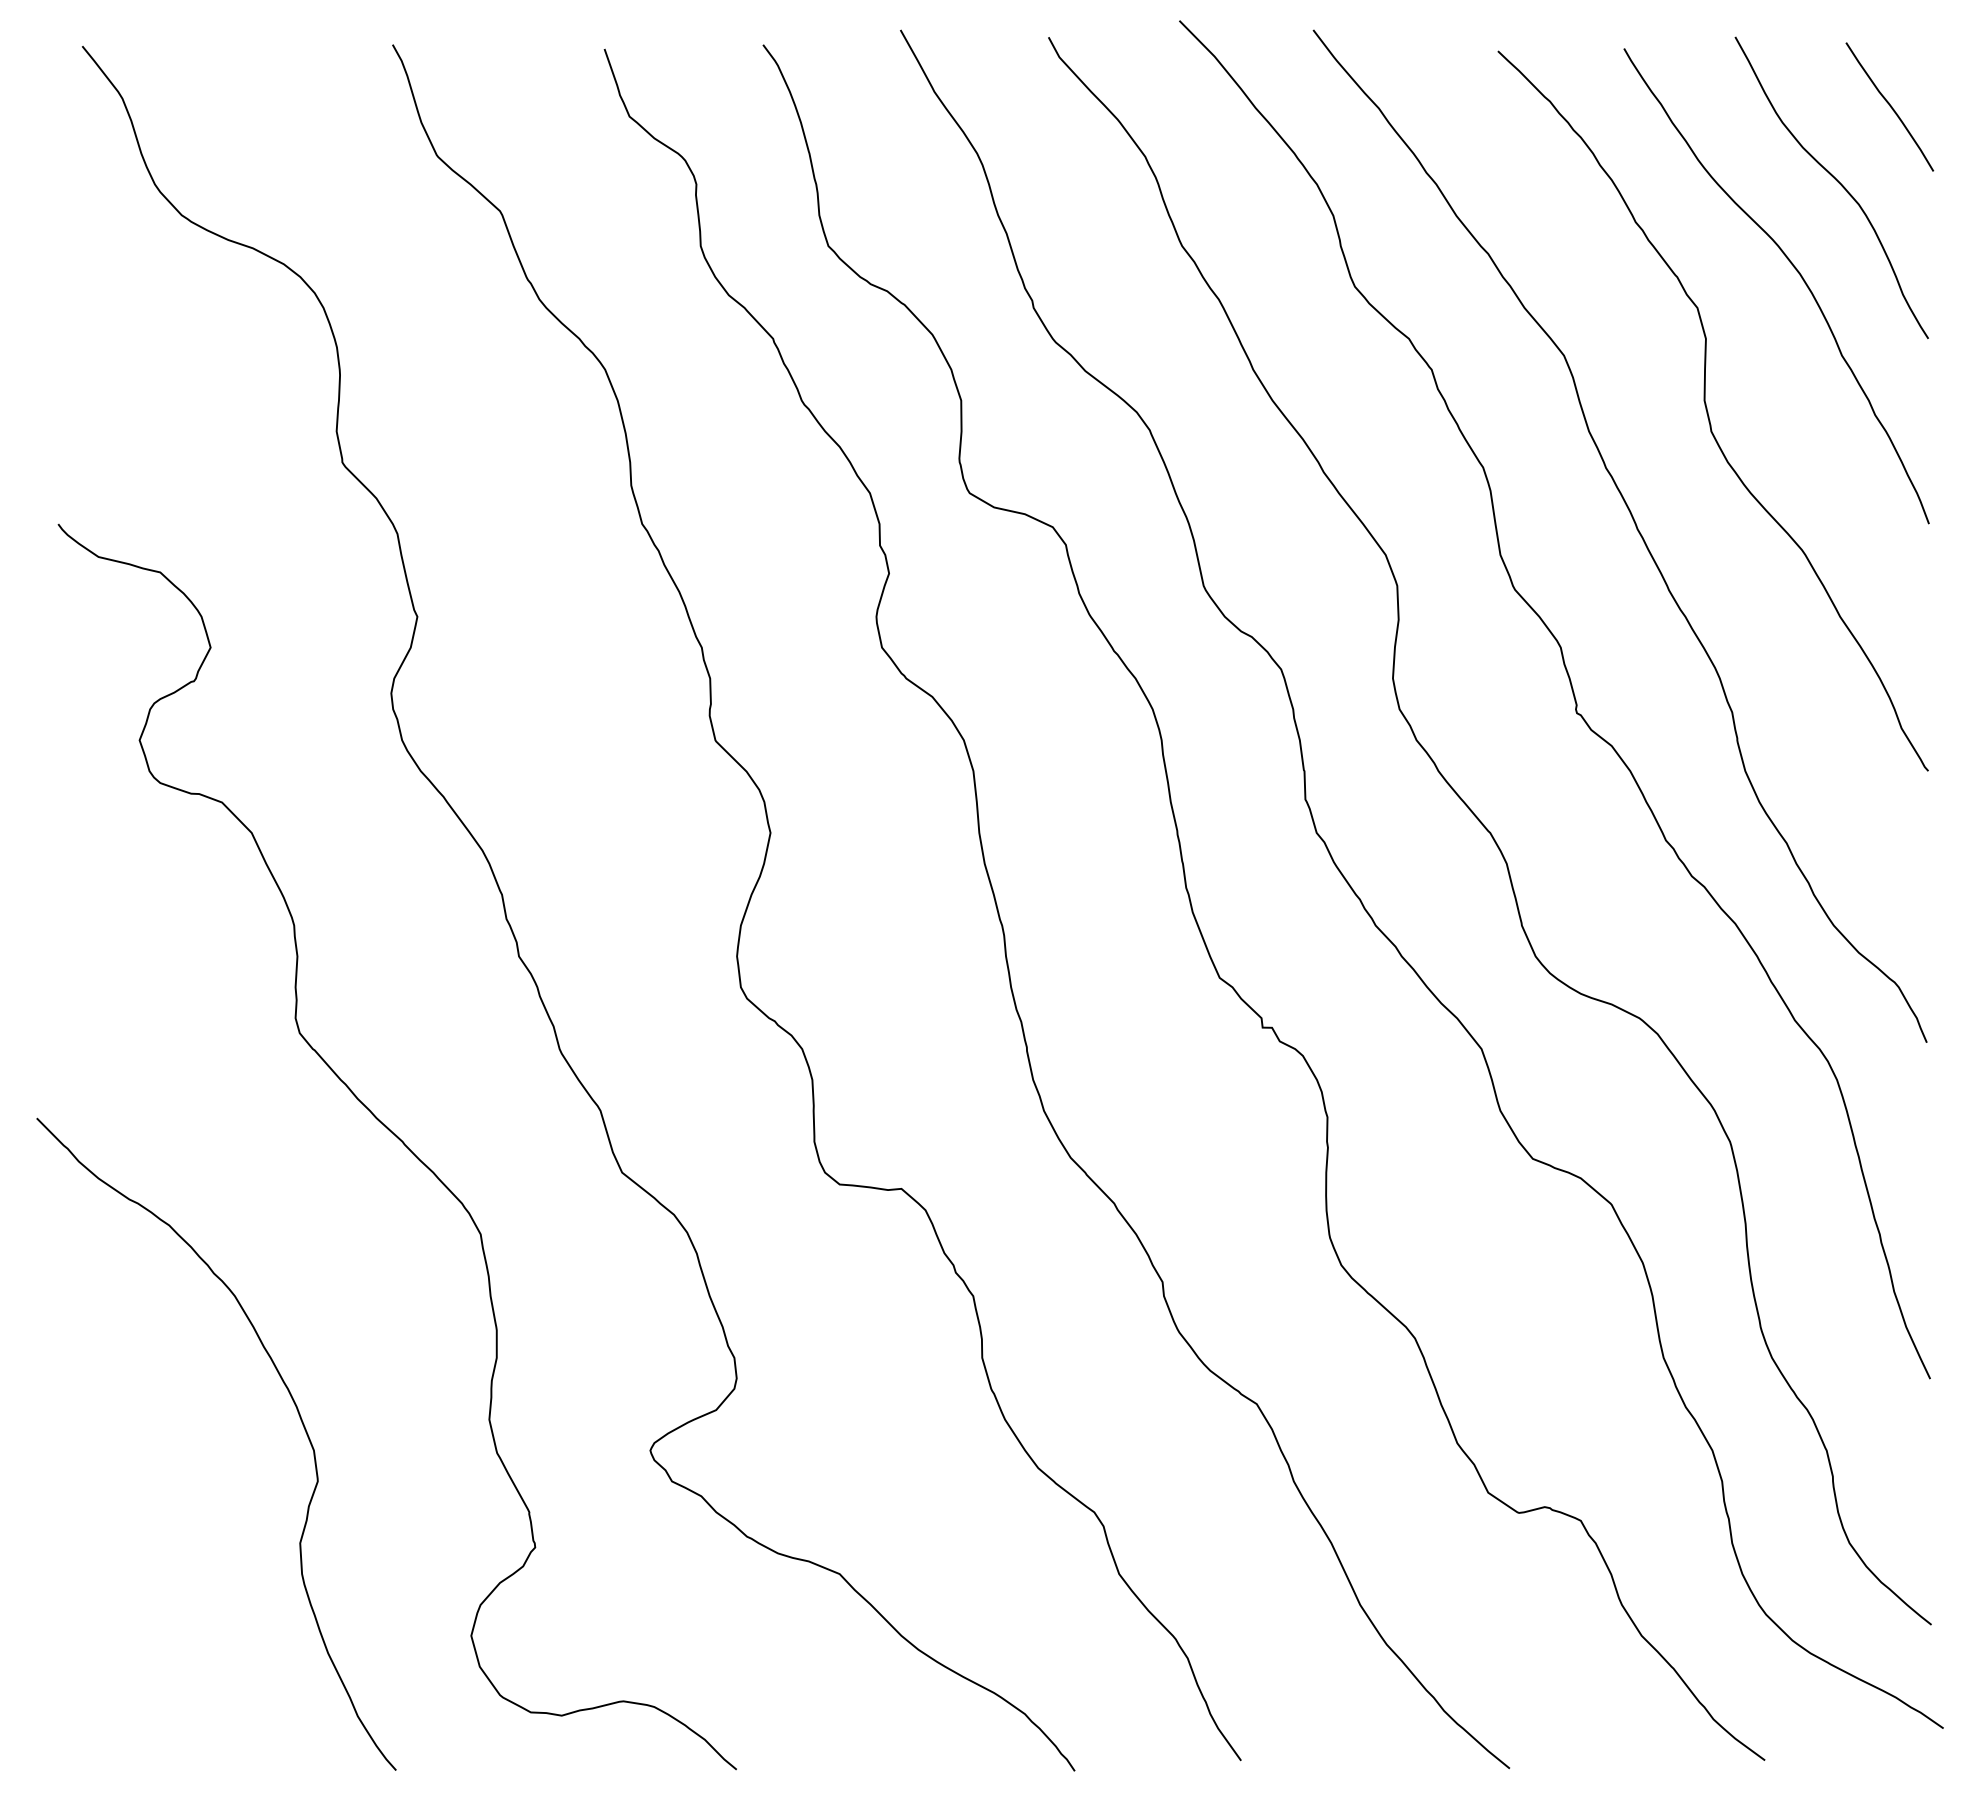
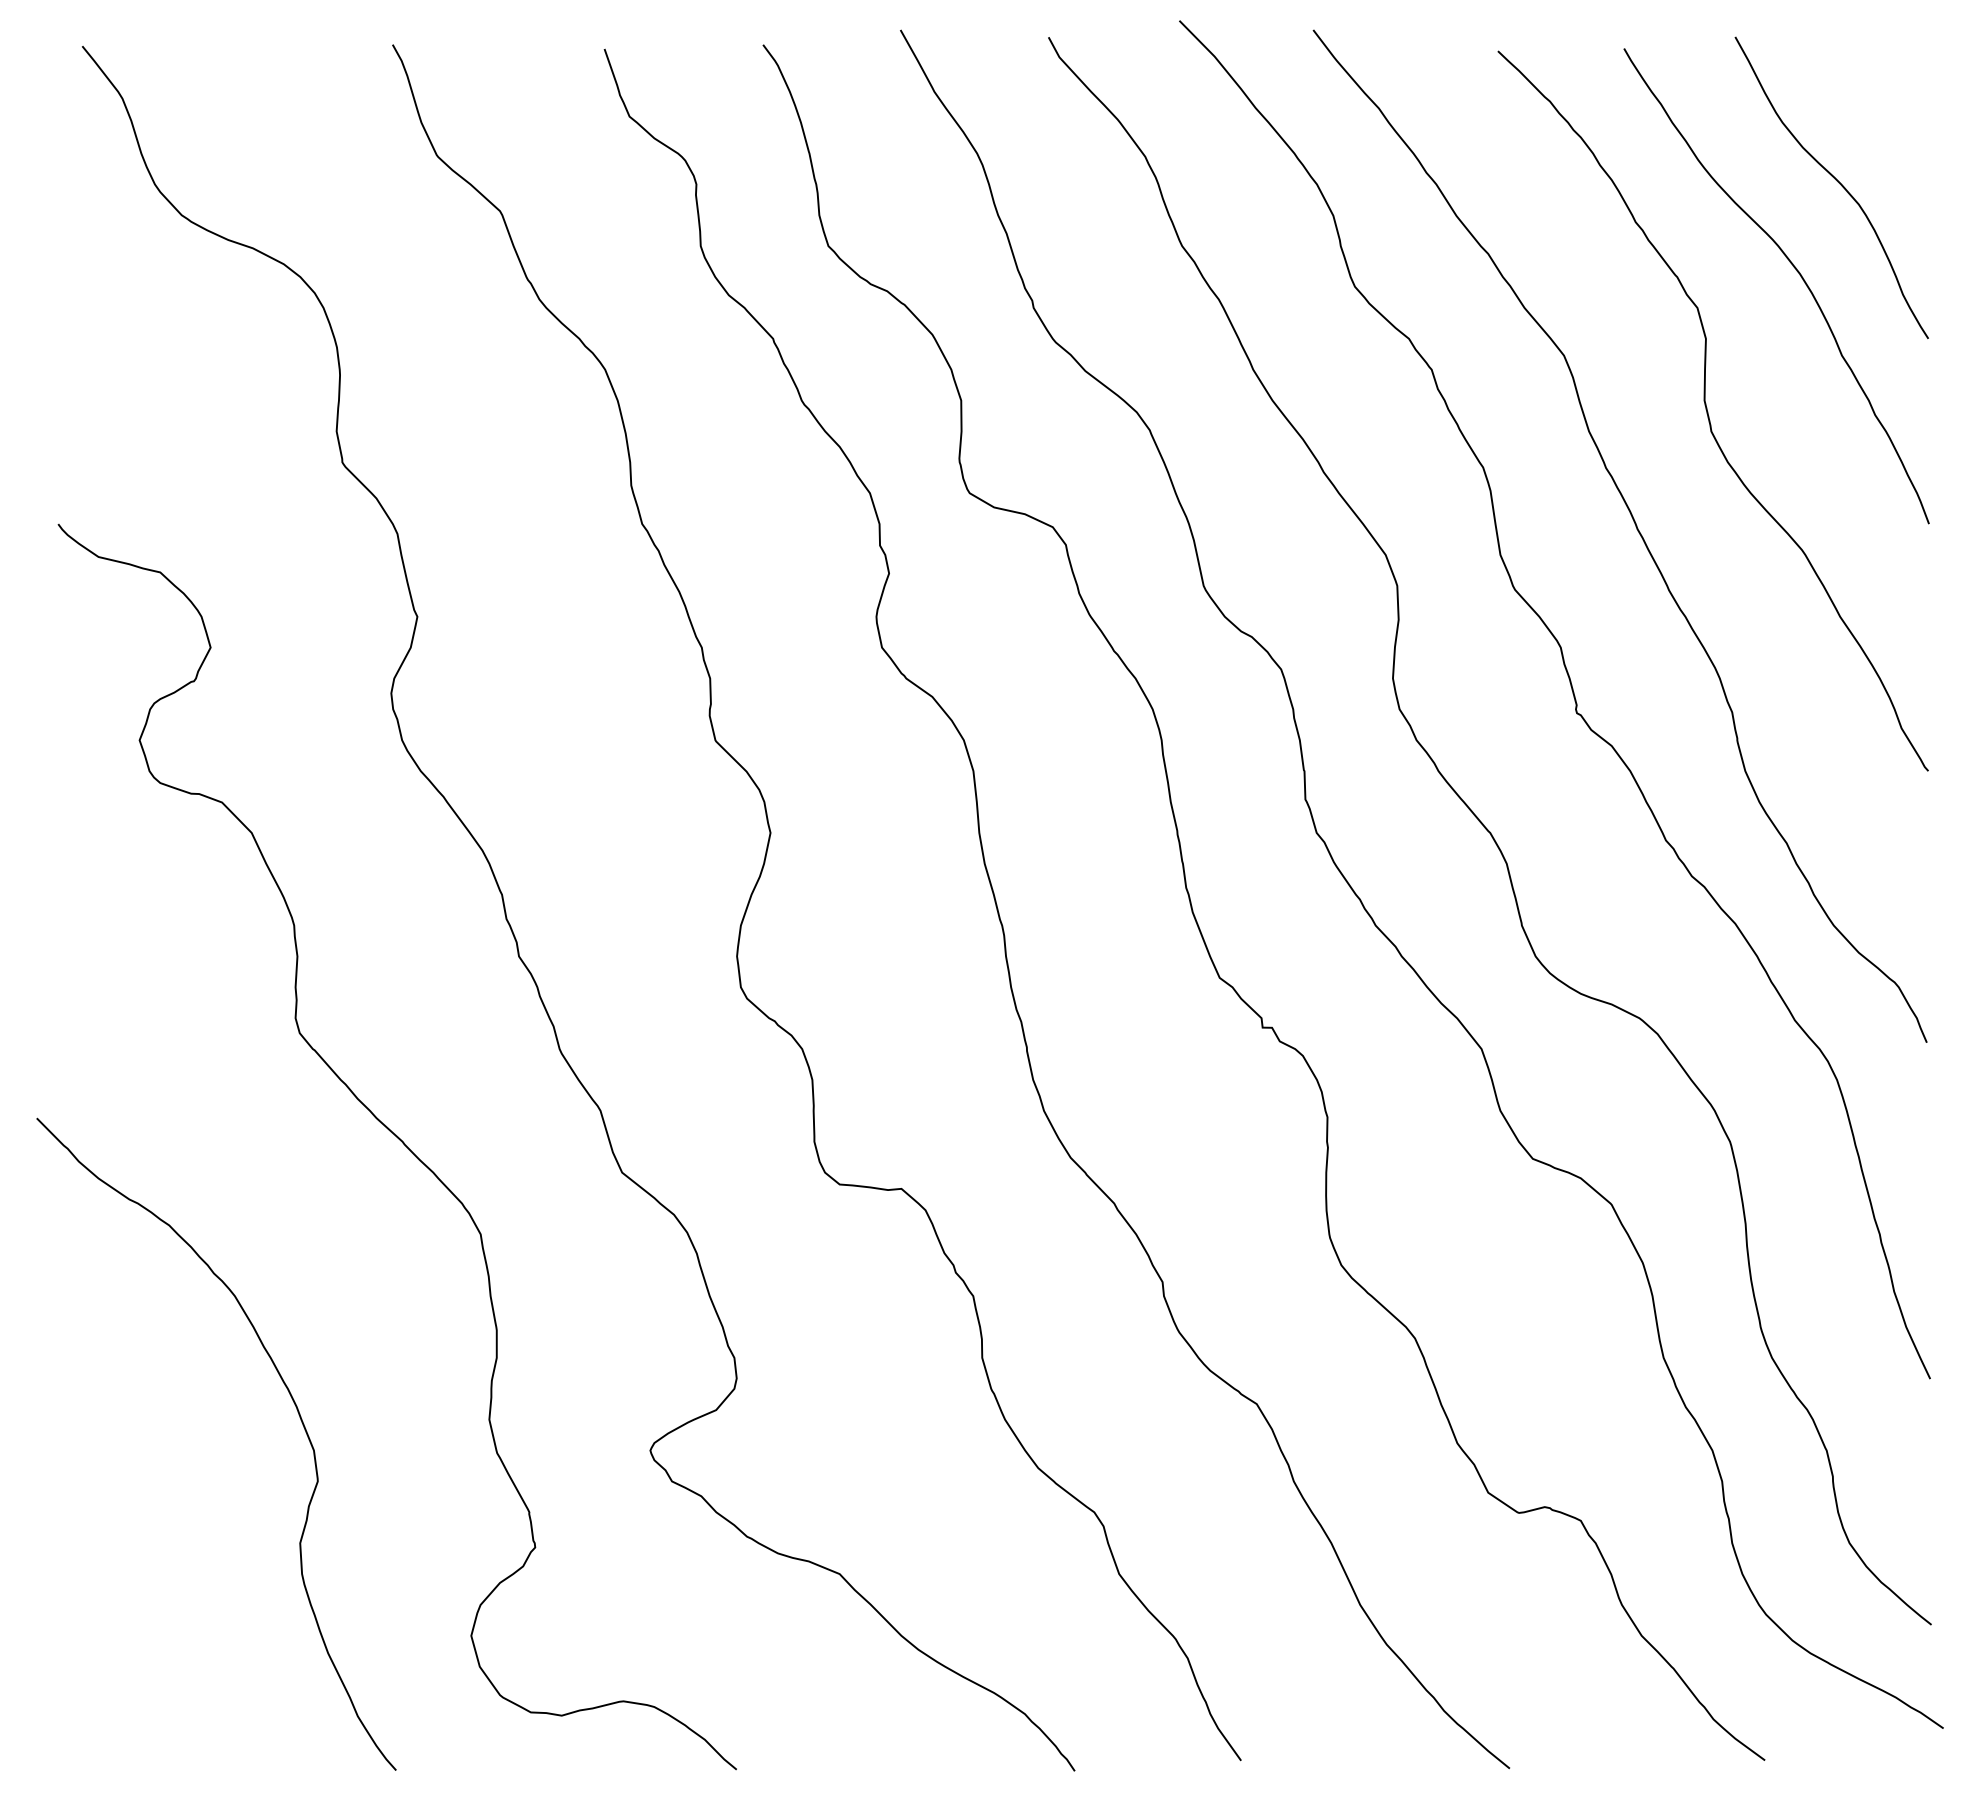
curve at (1889, 106): present -> none
